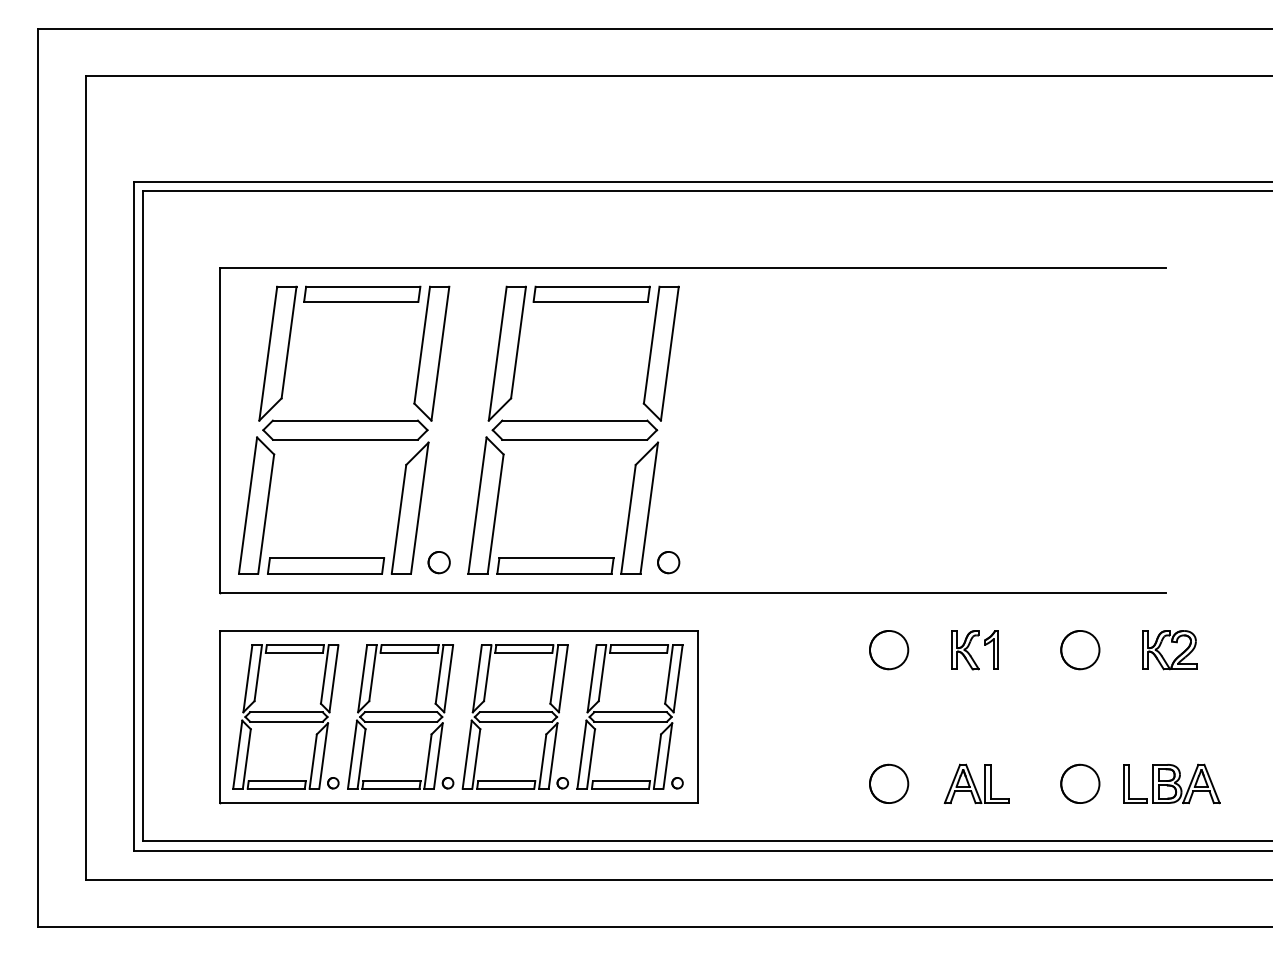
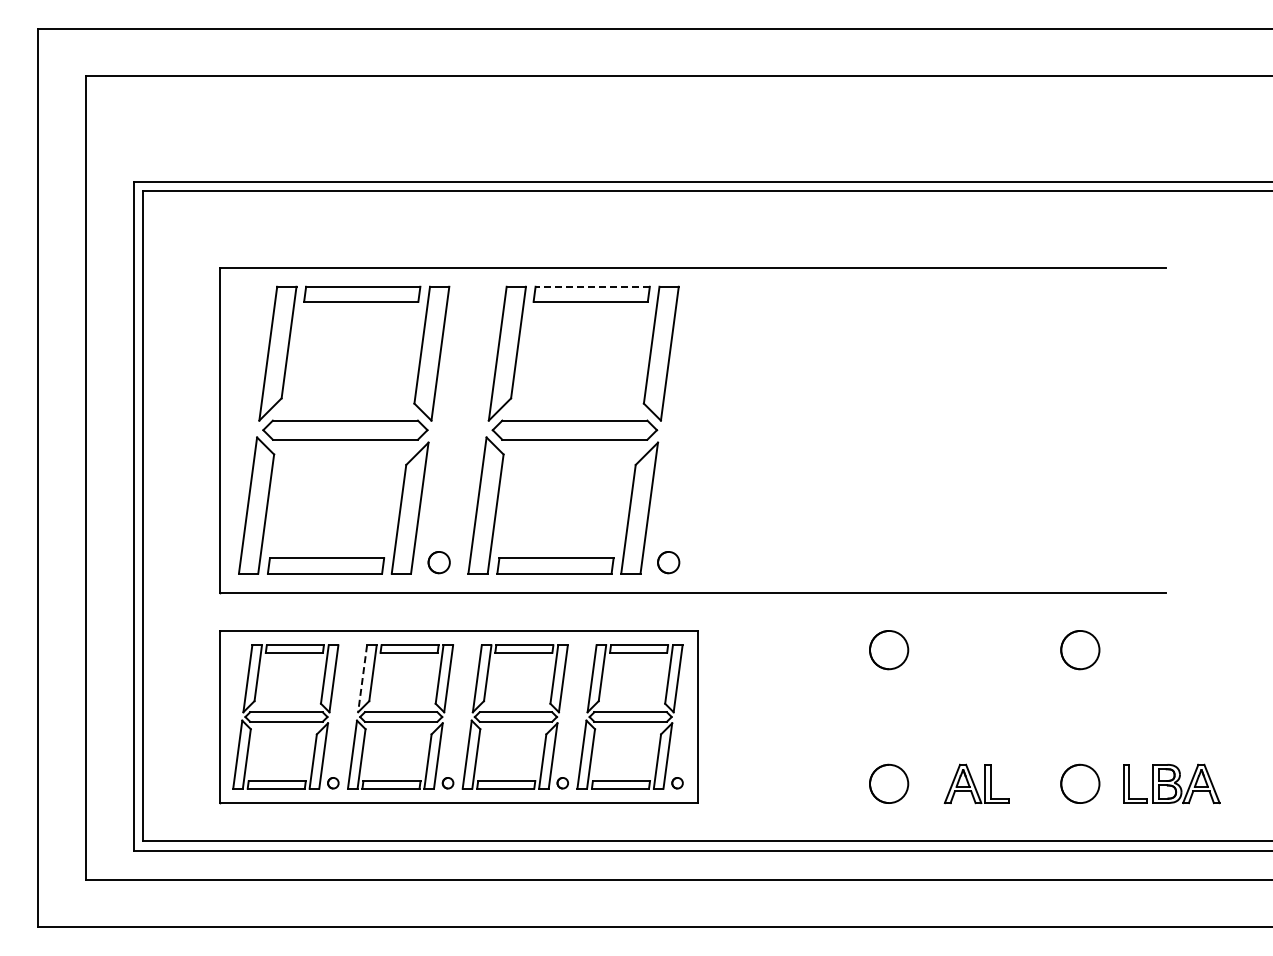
line at (592, 286): solid -> dashed
part at (1171, 642): present -> none
part at (974, 650): present -> none
line at (362, 678): solid -> dashed
